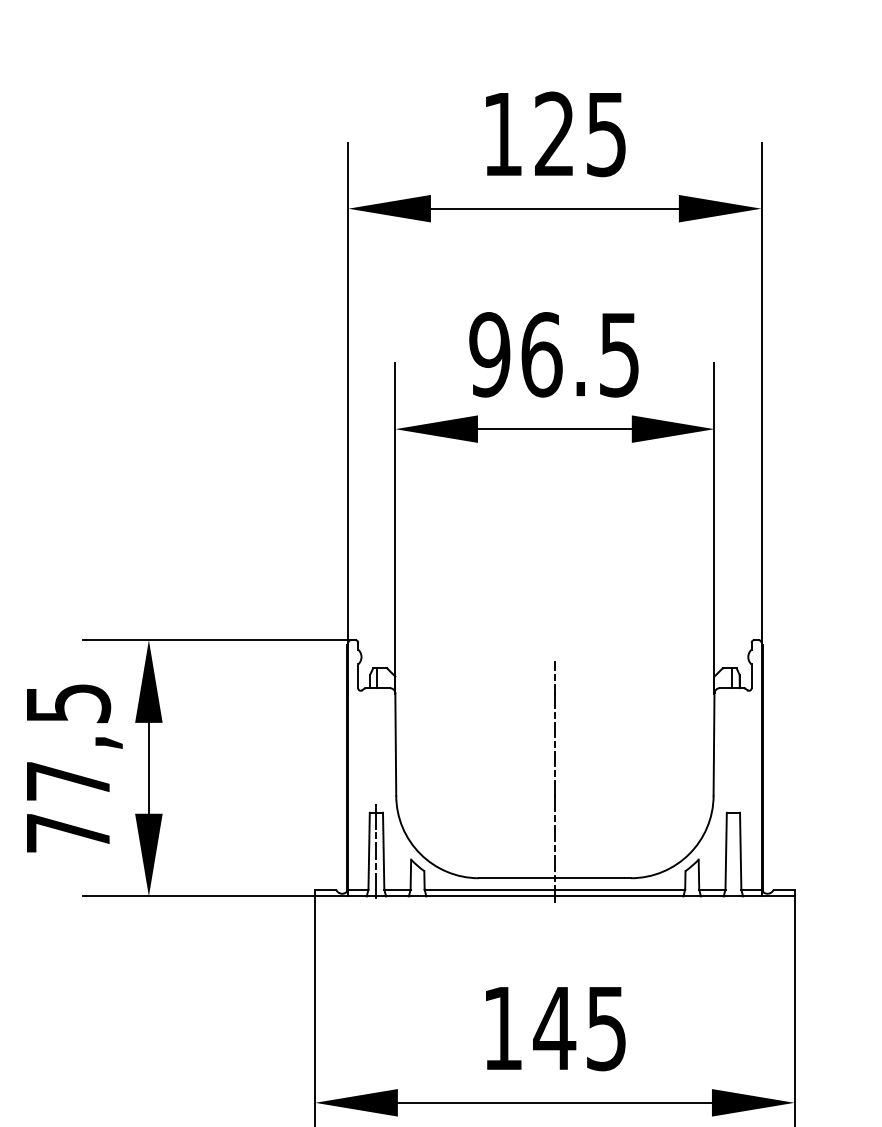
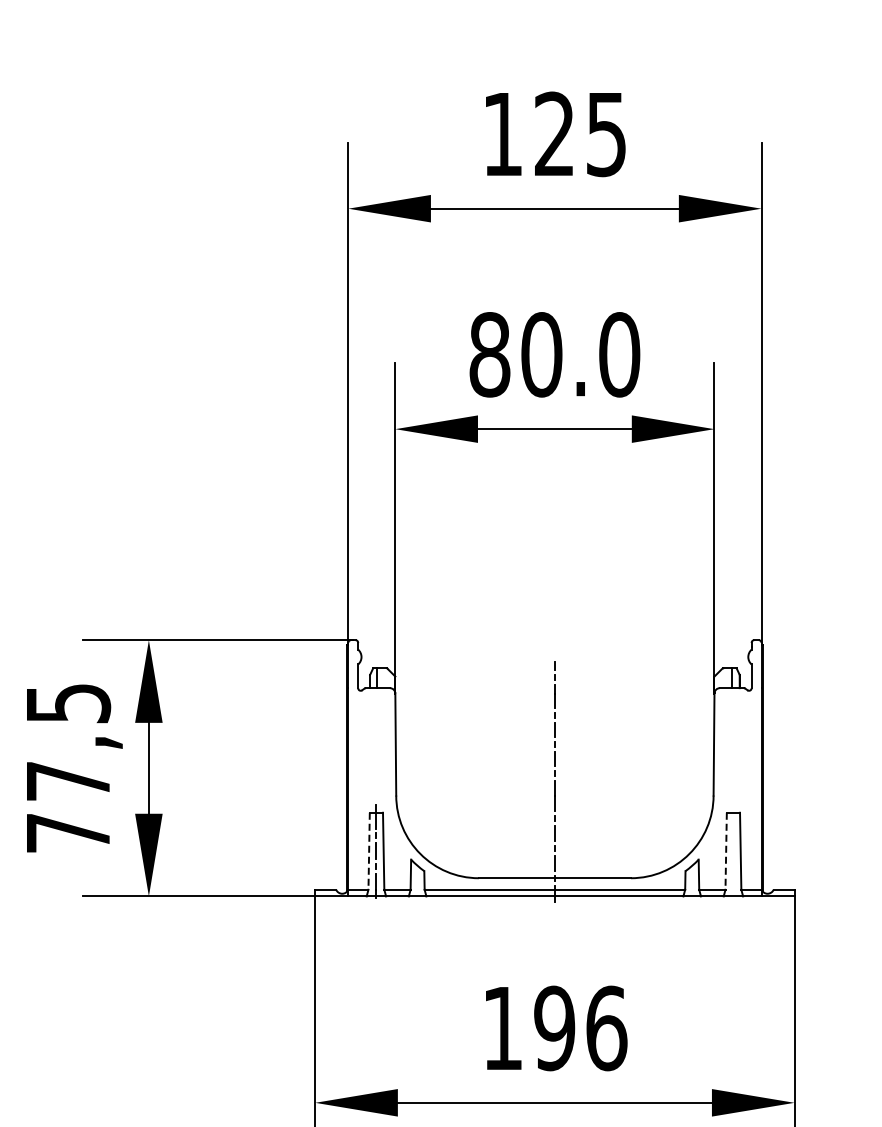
text at (554, 354): 96.5 -> 80.0
line at (369, 851): solid -> dashed
line at (726, 851): solid -> dashed
text at (580, 1028): 145 -> 196
